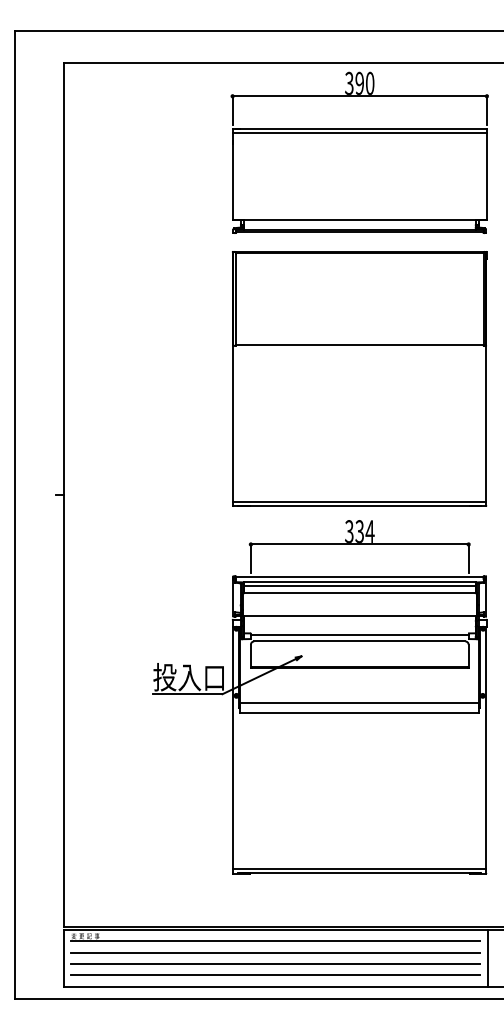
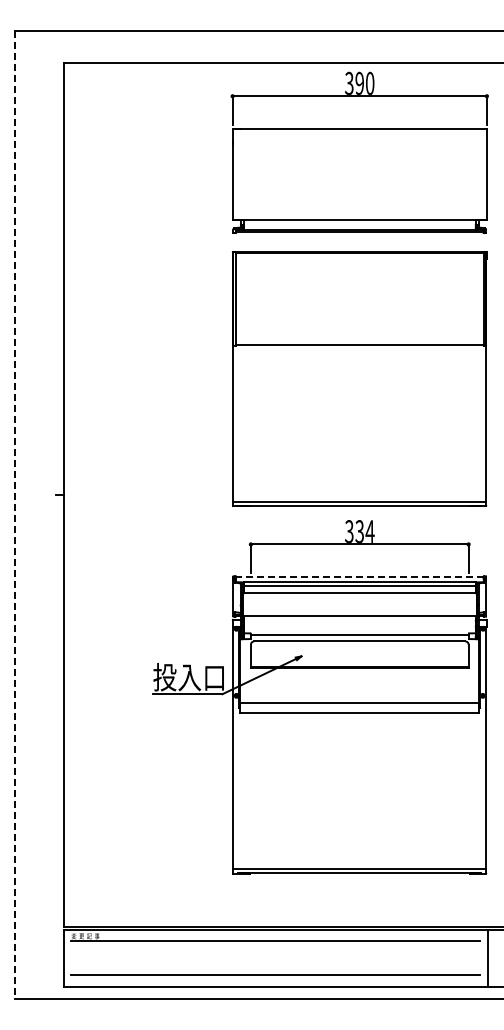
line at (359, 133): present -> none
line at (15, 515): solid -> dashed
line at (359, 577): solid -> dashed
line at (275, 952): present -> none
line at (275, 964): present -> none
